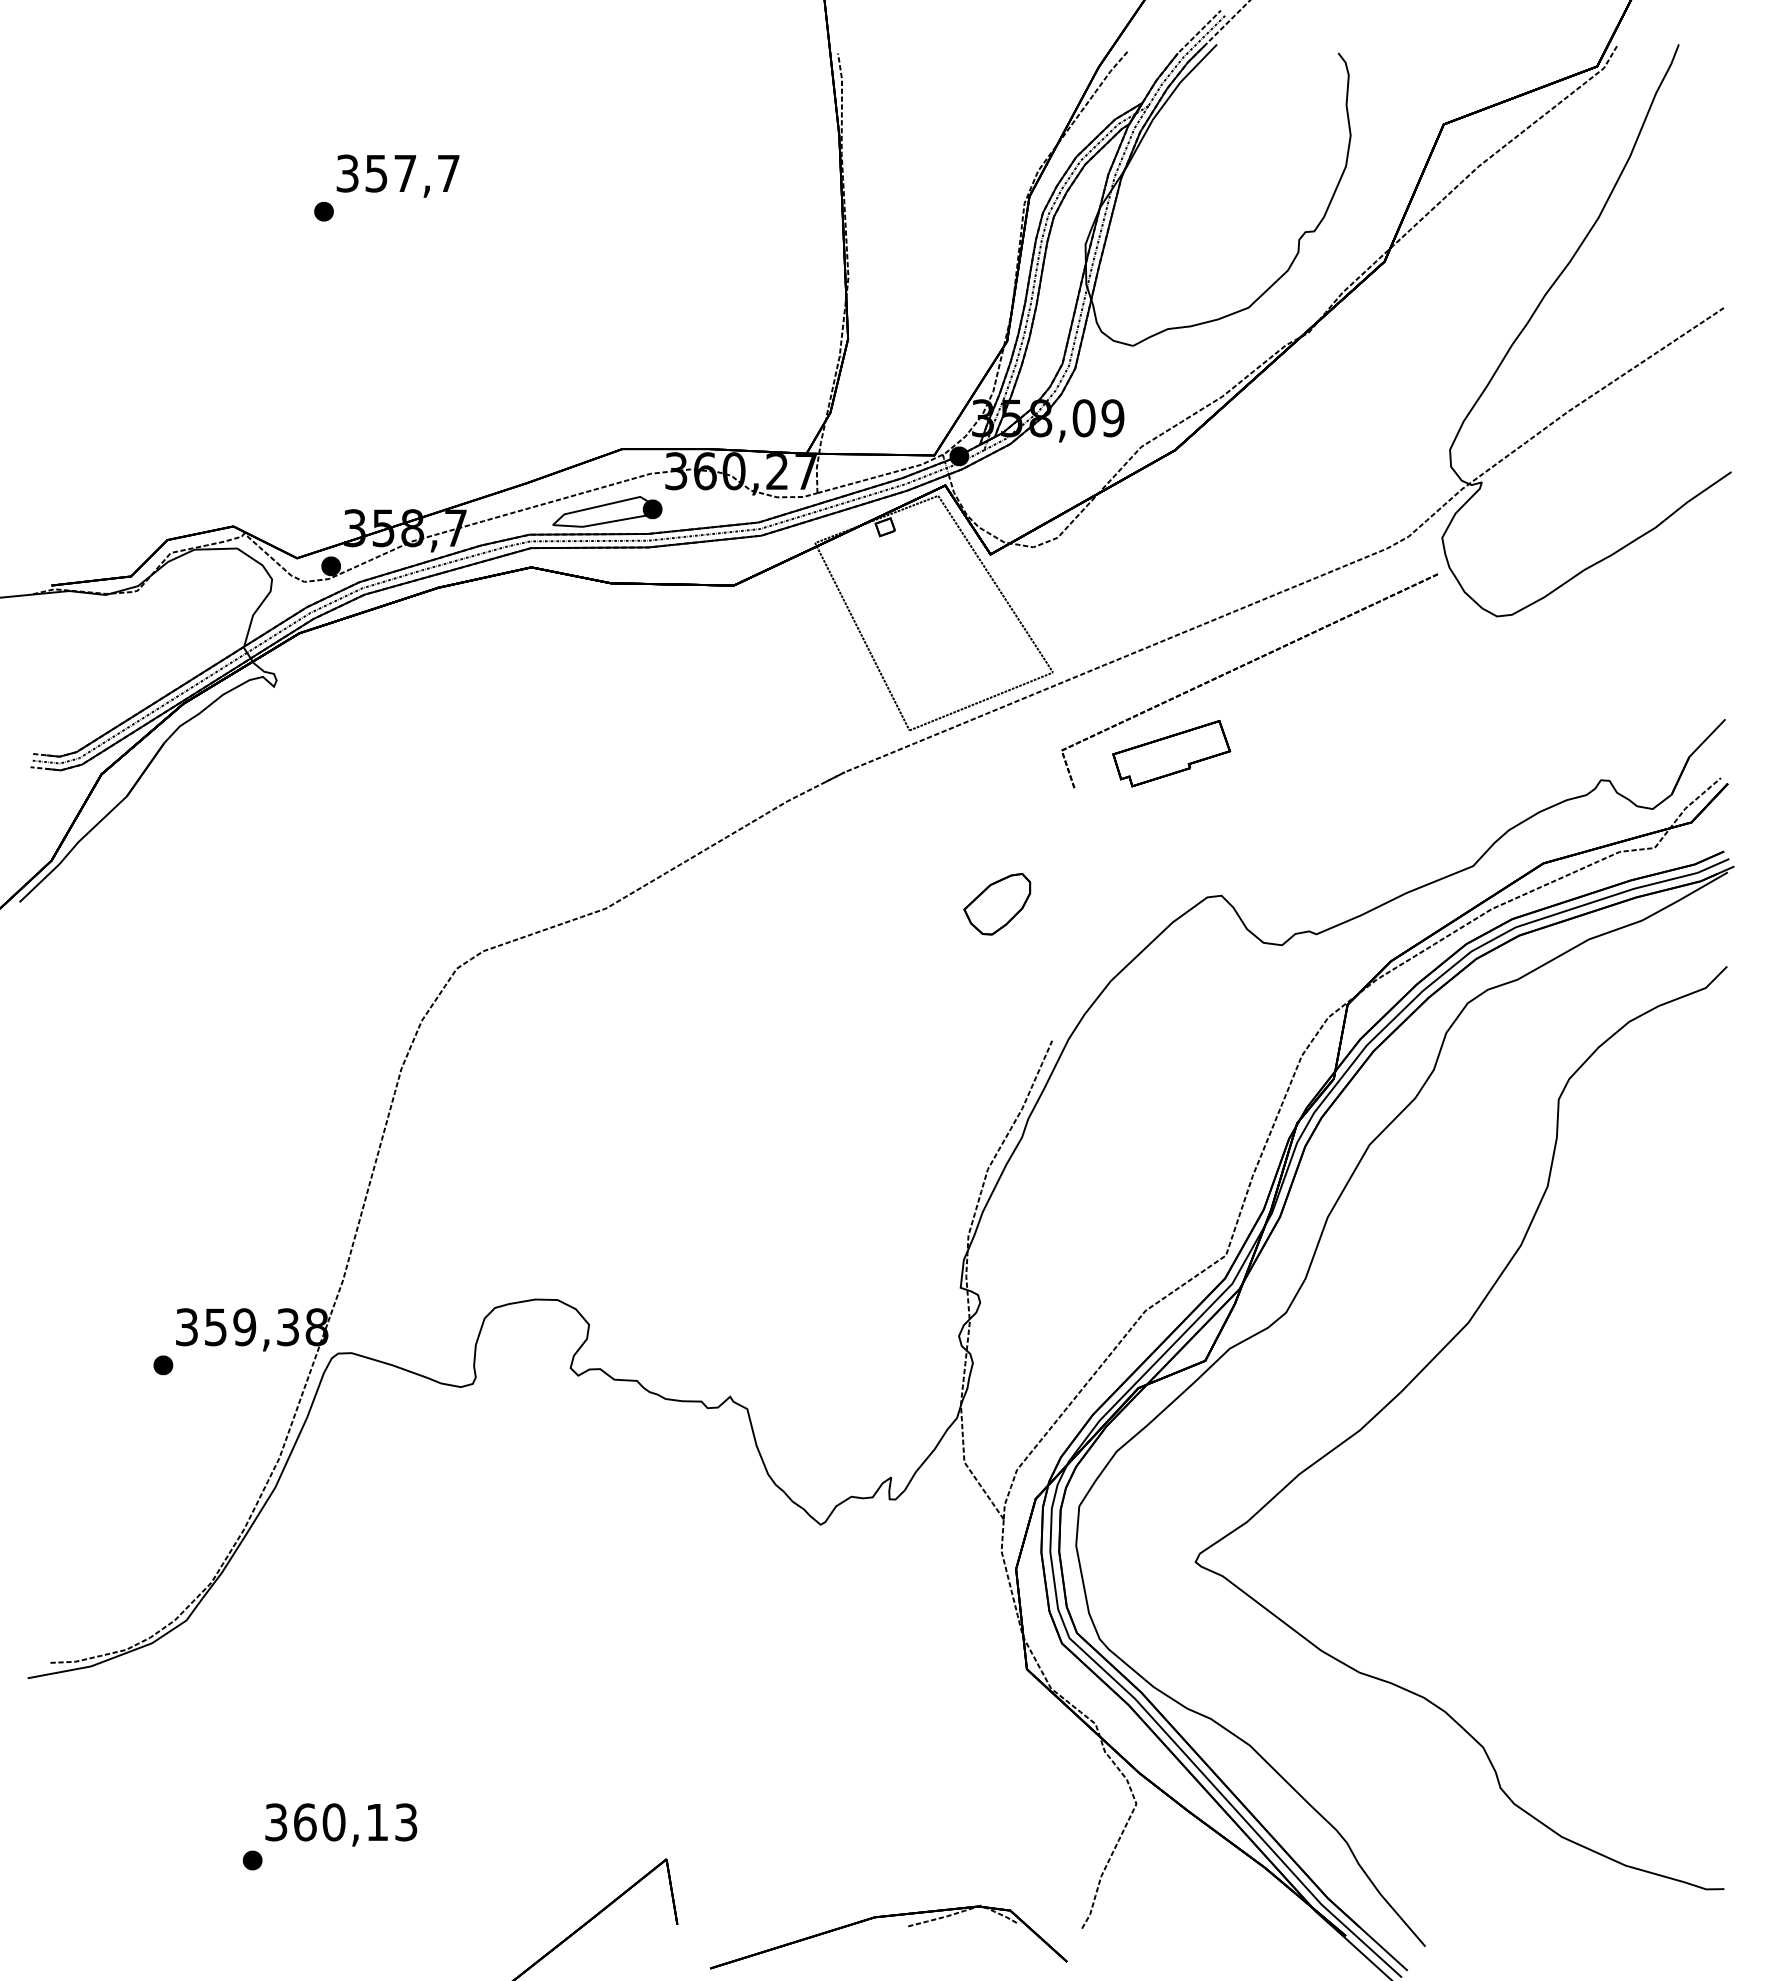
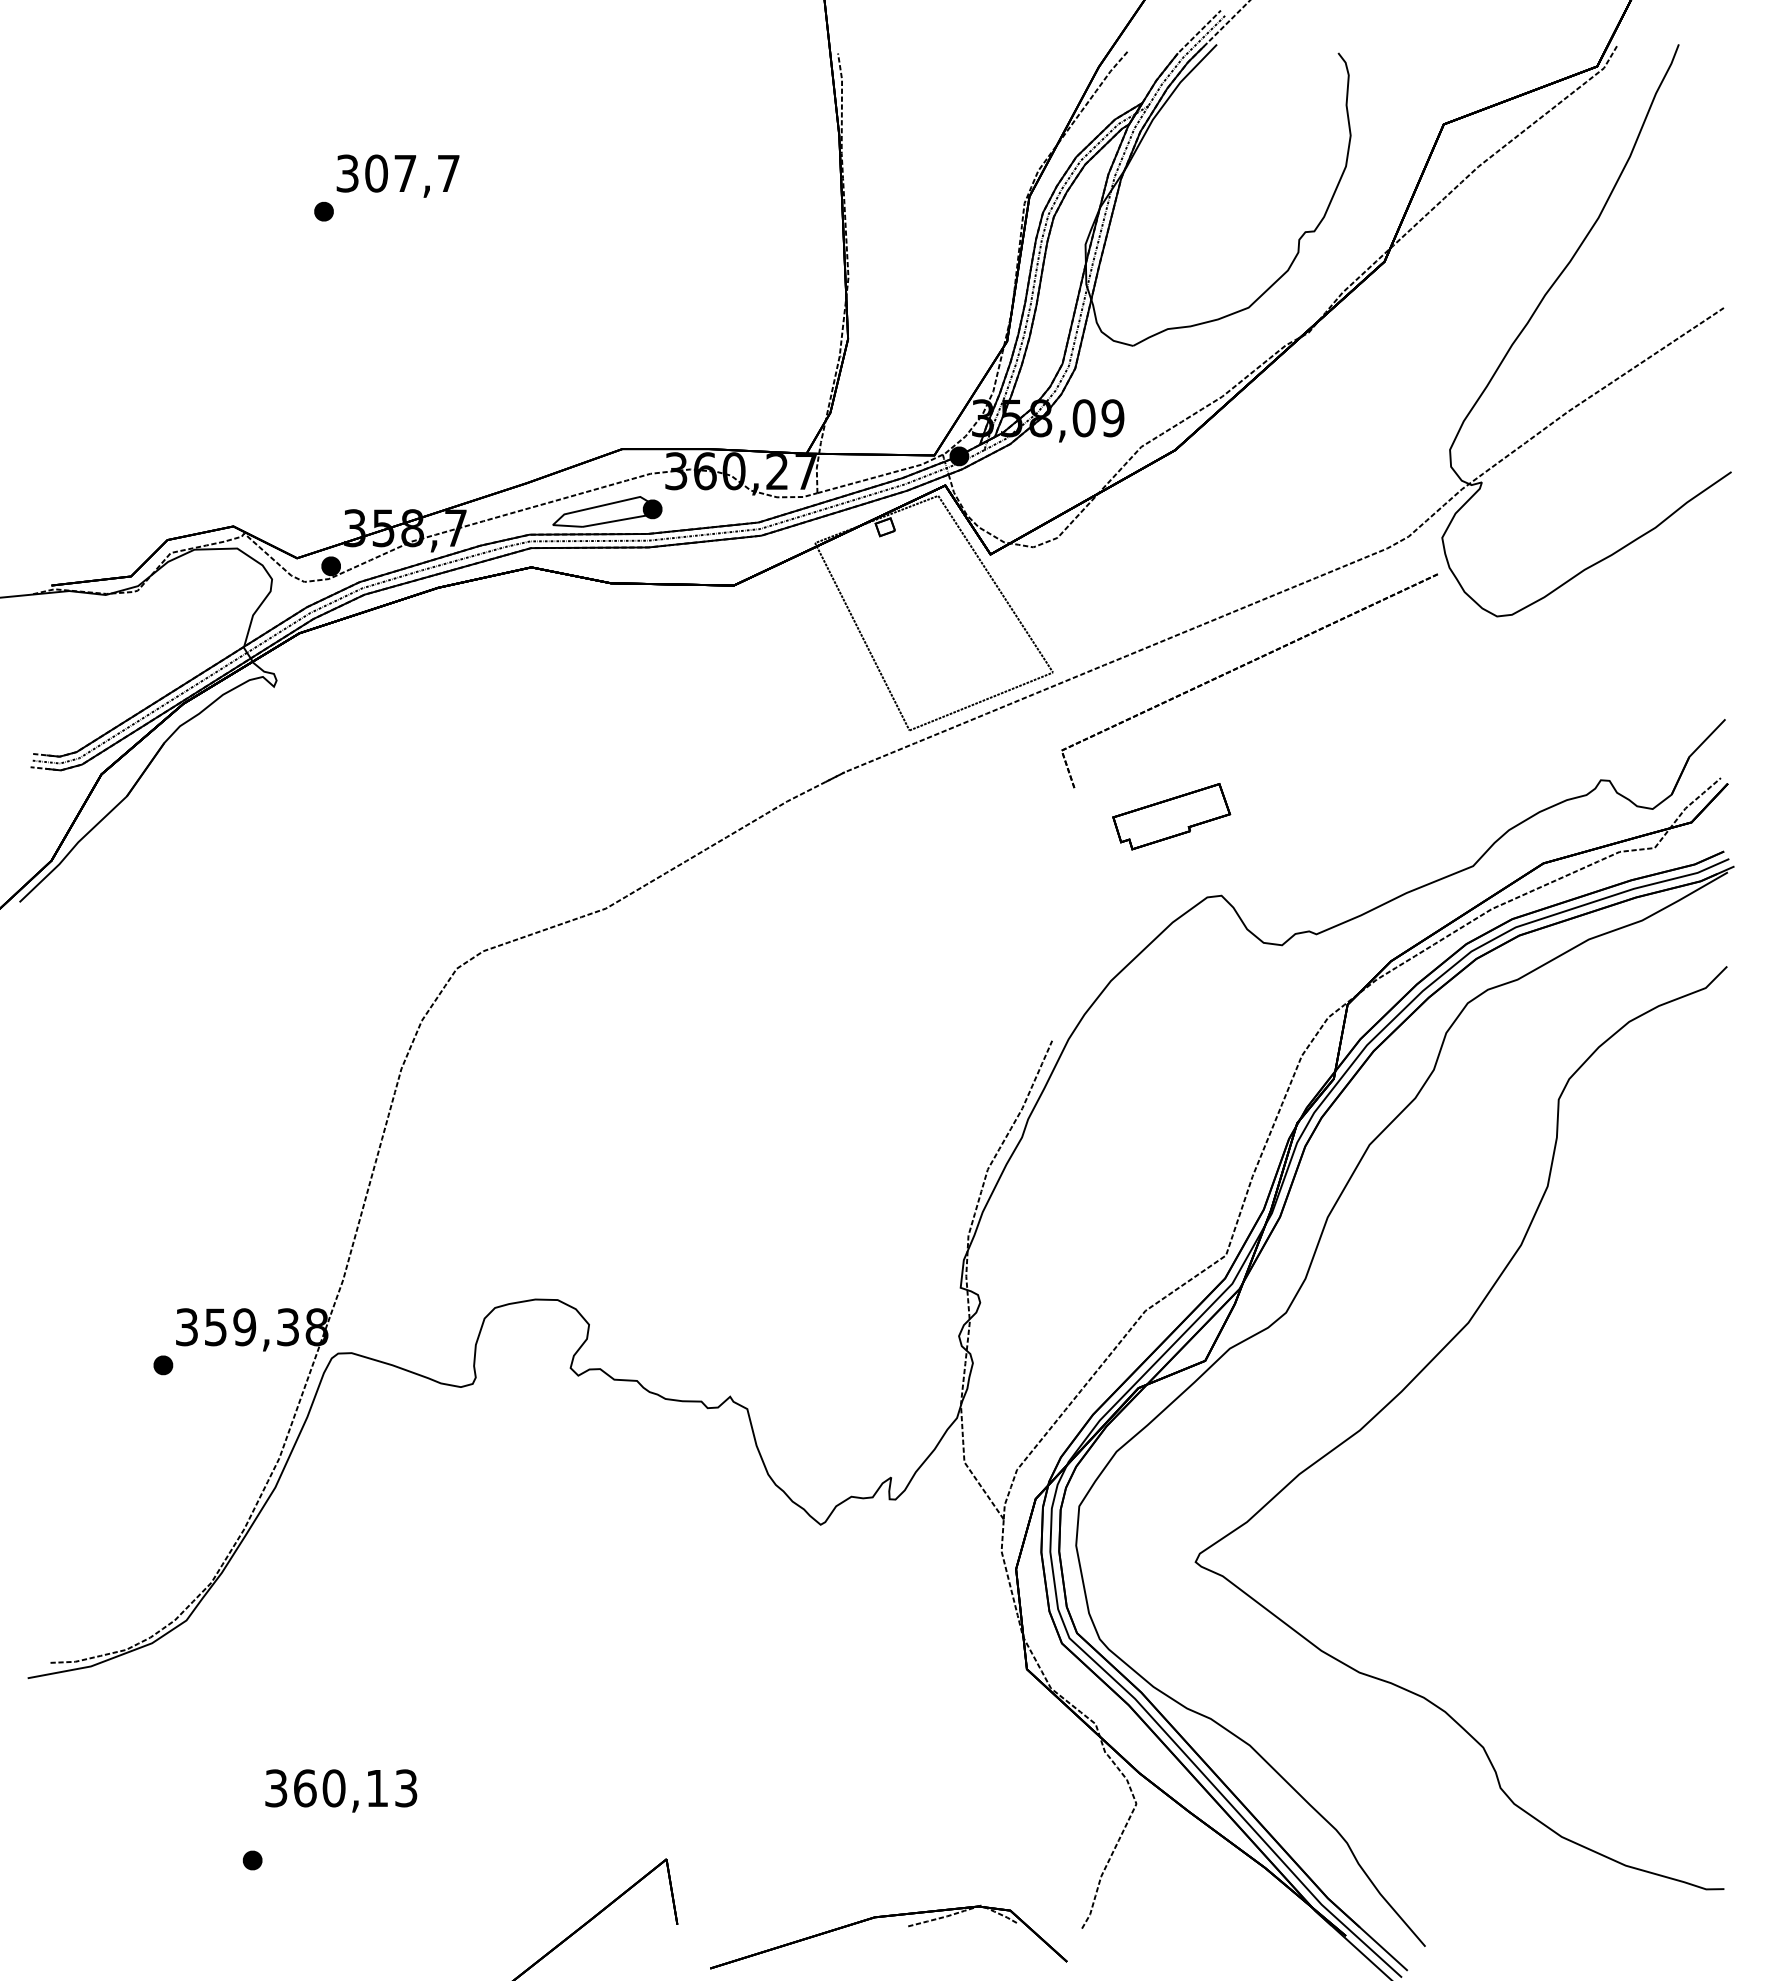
text at (376, 173): 357,7 -> 307,7
part at (1171, 753) position: (1171, 753) -> (1171, 816)
part at (997, 904): present -> none
text at (341, 1824) position: (341, 1824) -> (341, 1790)
